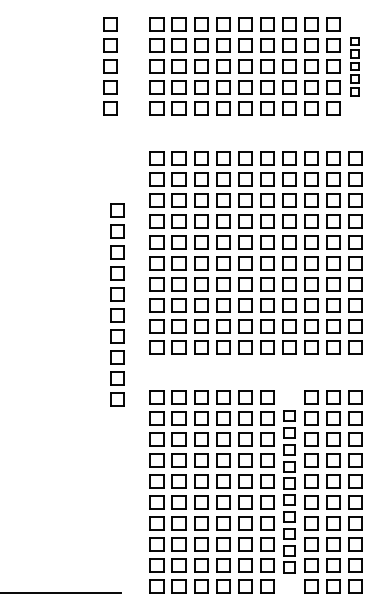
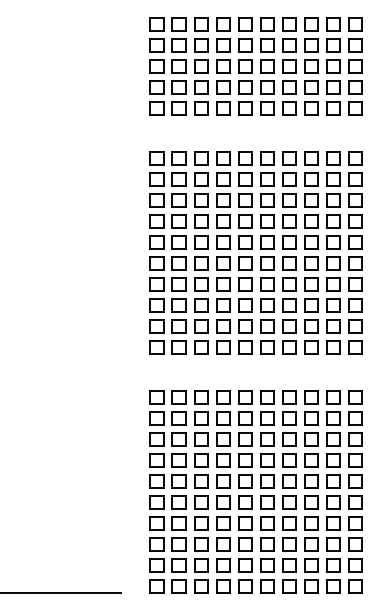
part at (110, 66): present -> none
part at (354, 66) size: 10x60 px -> 15x99 px
part at (117, 304): present -> none
part at (289, 491) size: 13x164 px -> 15x204 px
